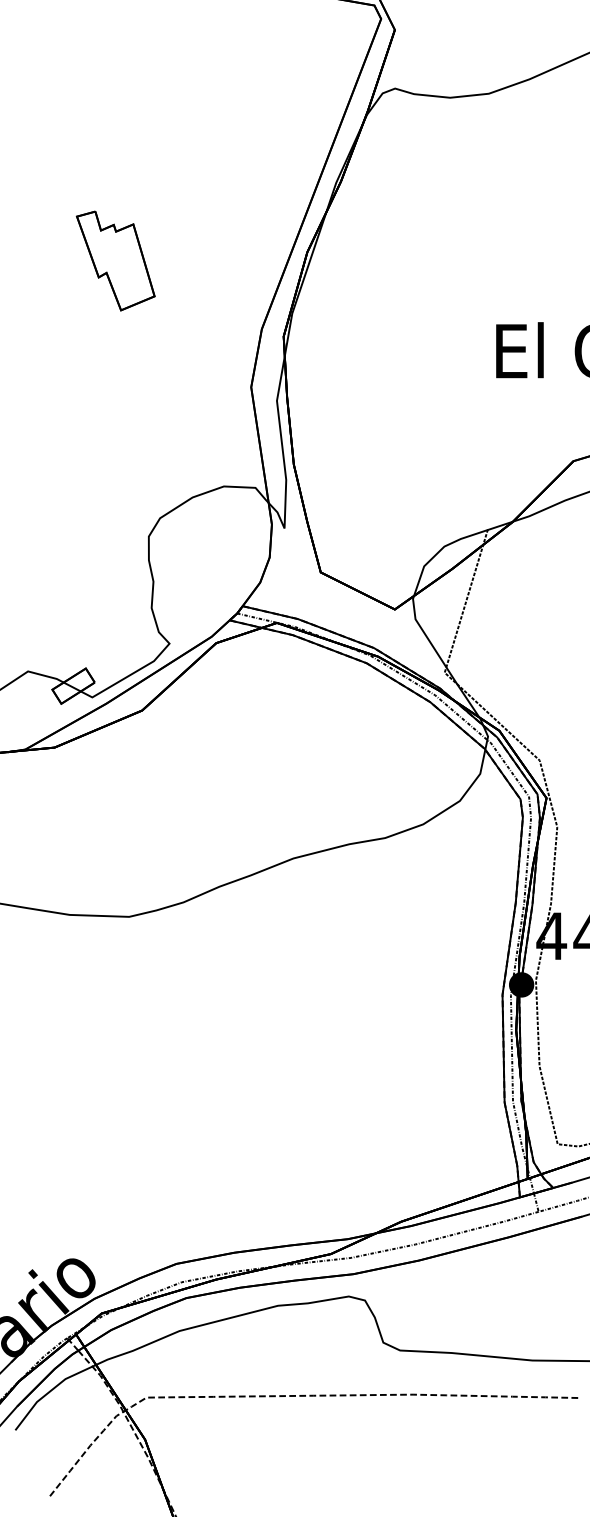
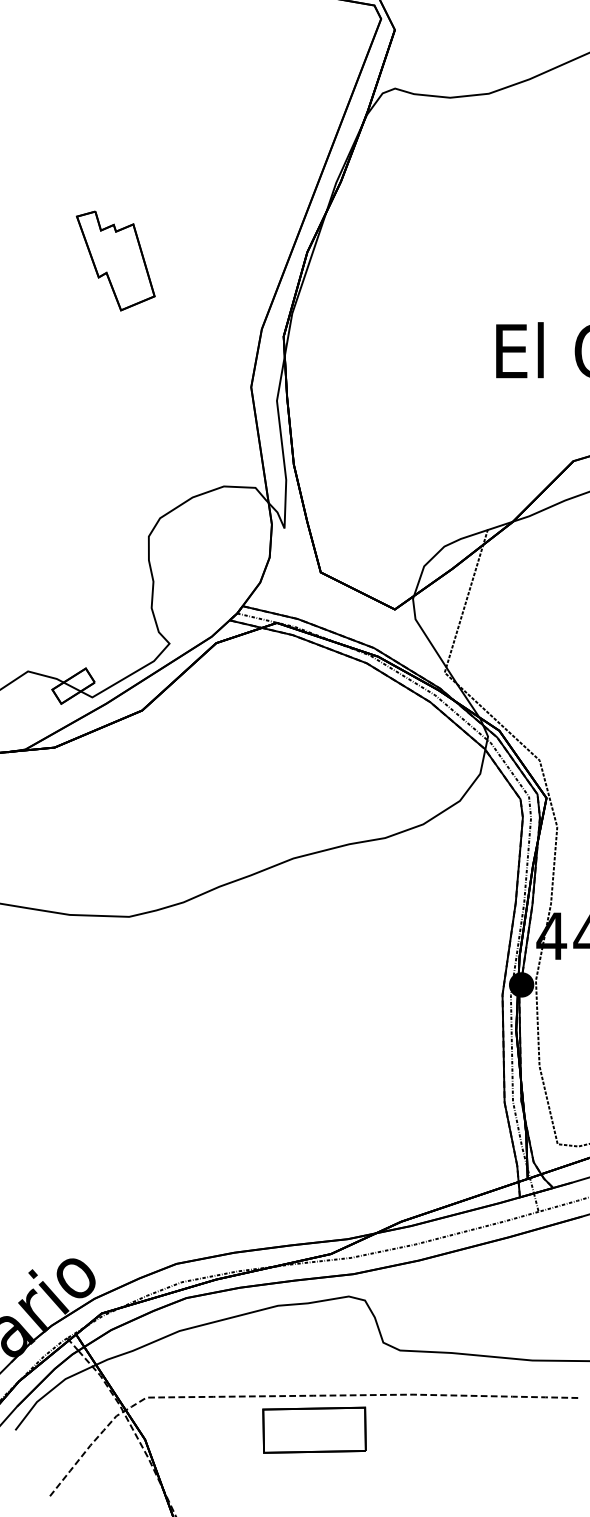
part at (314, 1429): none -> present
